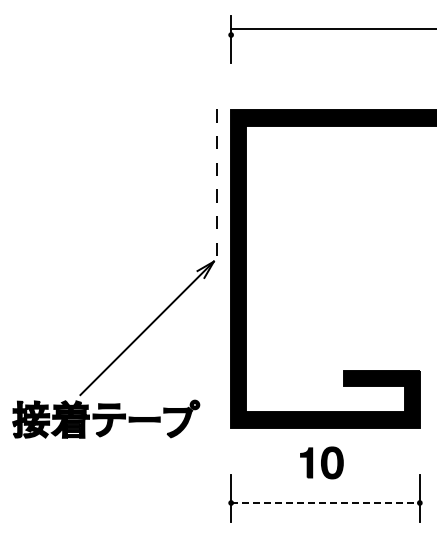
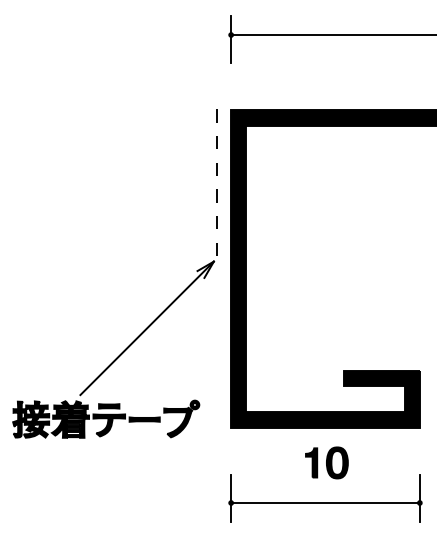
line at (332, 29) position: (332, 29) -> (332, 35)
part at (321, 462) position: (321, 462) -> (326, 462)
line at (326, 502): dashed -> solid
